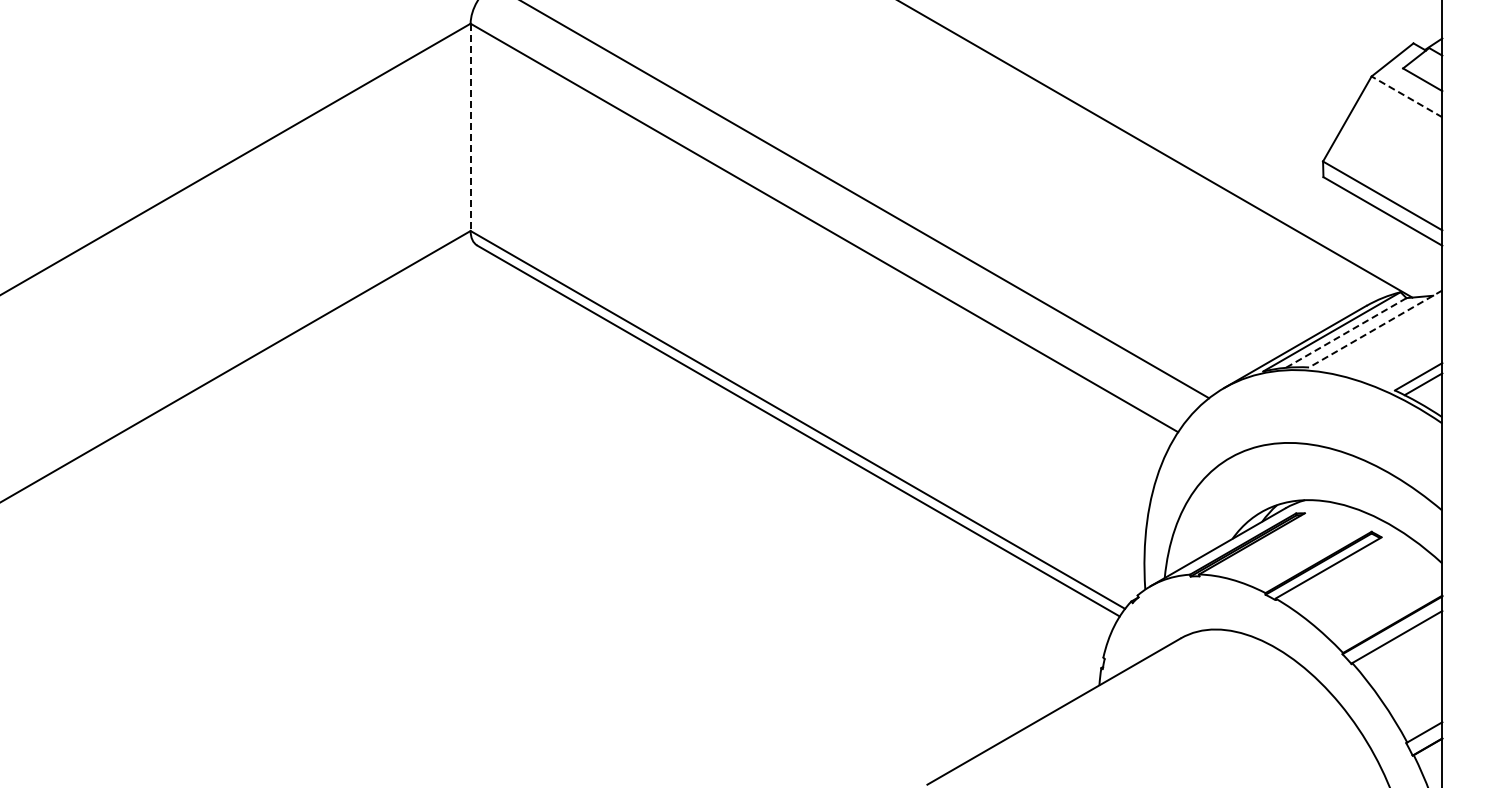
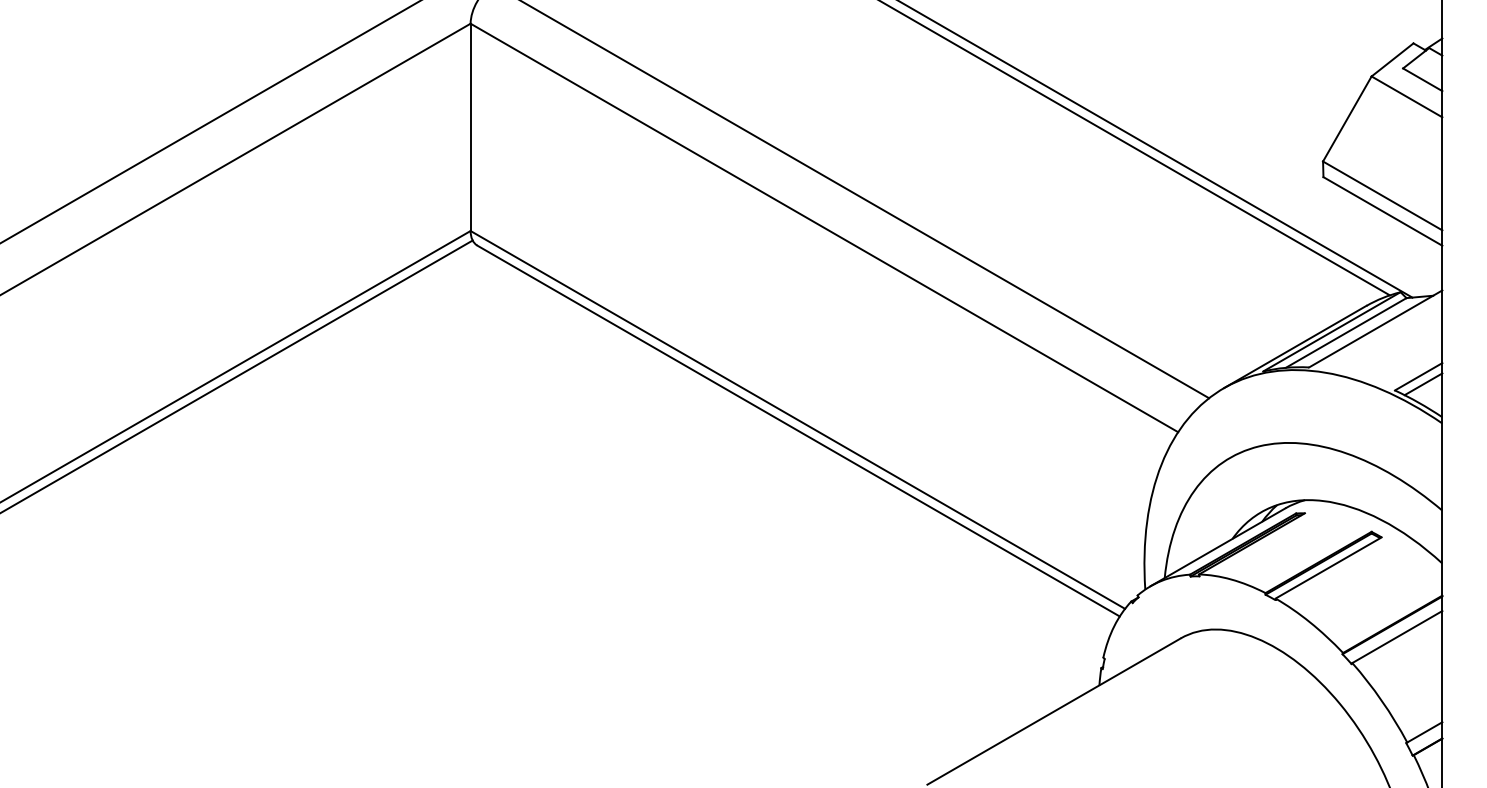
line at (1407, 96): dashed -> solid
line at (209, 121): none -> present
line at (470, 127): dashed -> solid
line at (1135, 148): none -> present
line at (1375, 328): dashed -> solid
line at (1346, 332): dashed -> solid
line at (237, 376): none -> present
